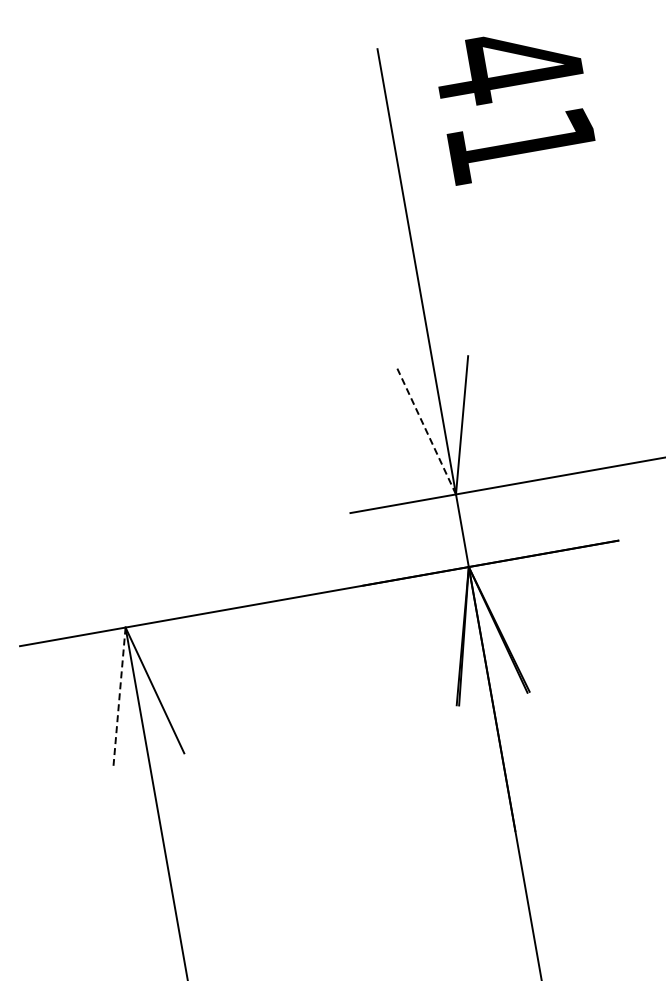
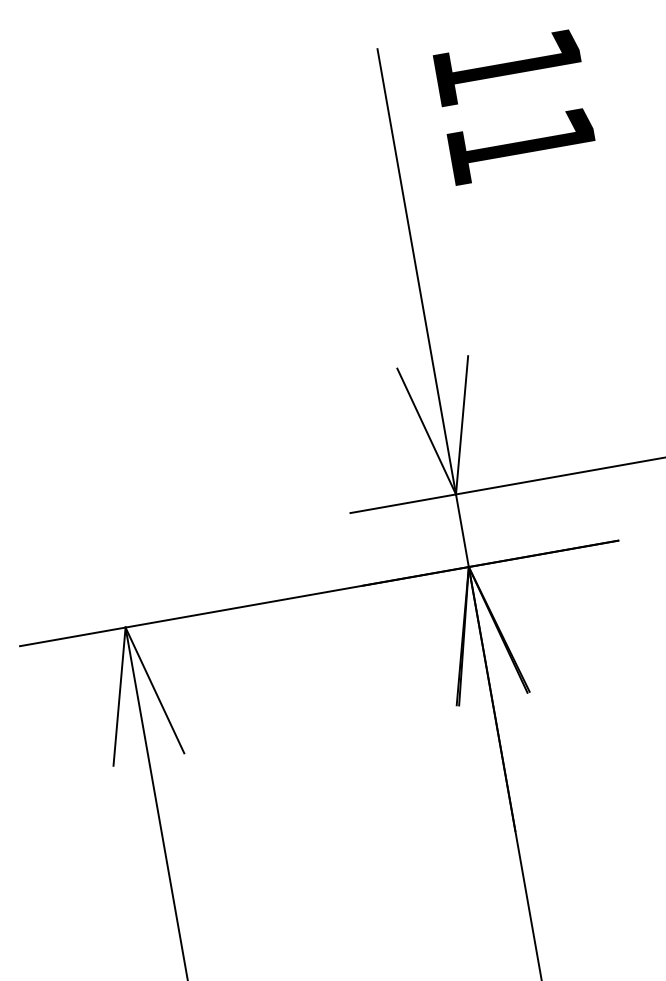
text at (507, 68): 41 -> 11
line at (426, 431): dashed -> solid
line at (119, 697): dashed -> solid
